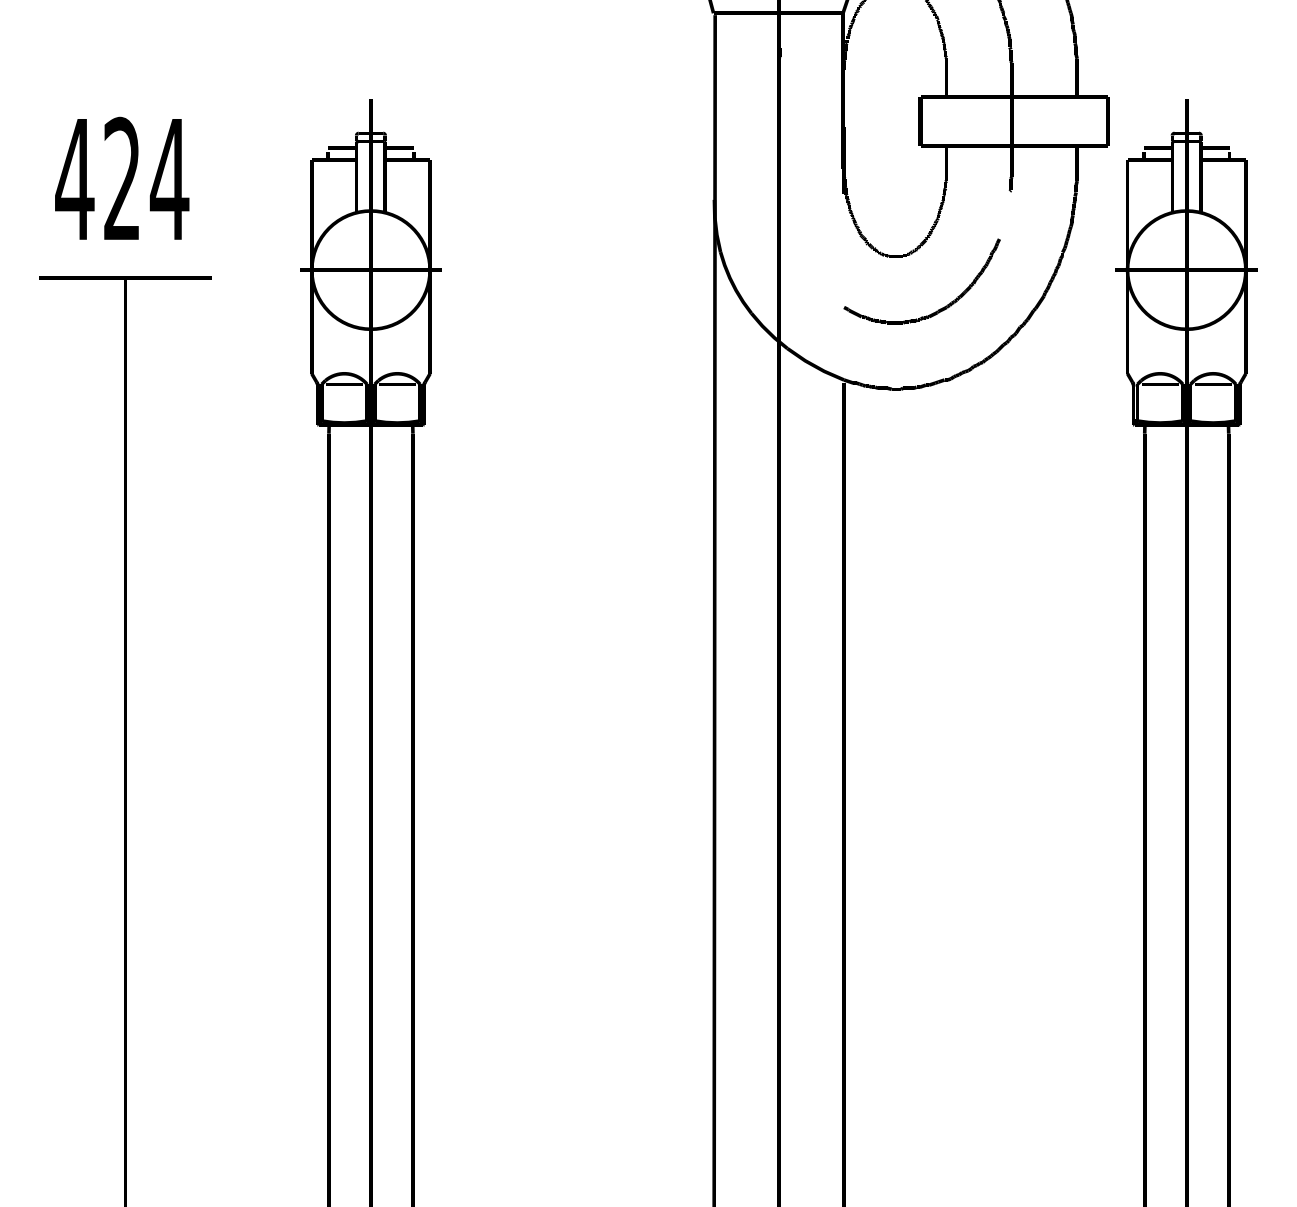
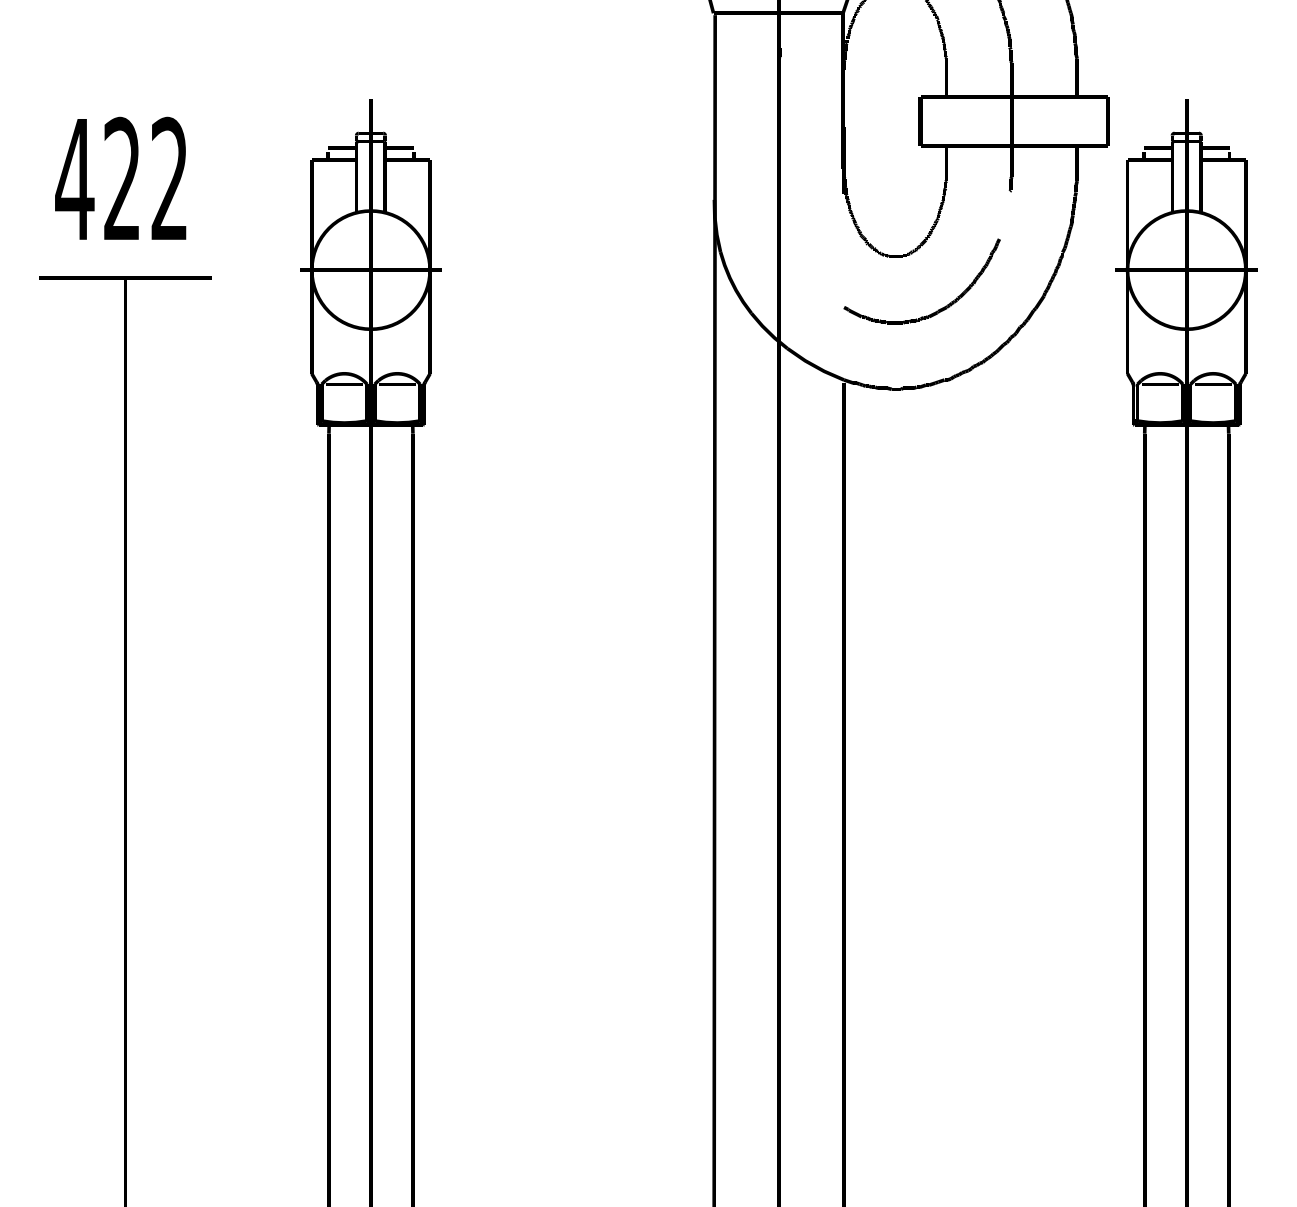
text at (169, 177): 424 -> 422
